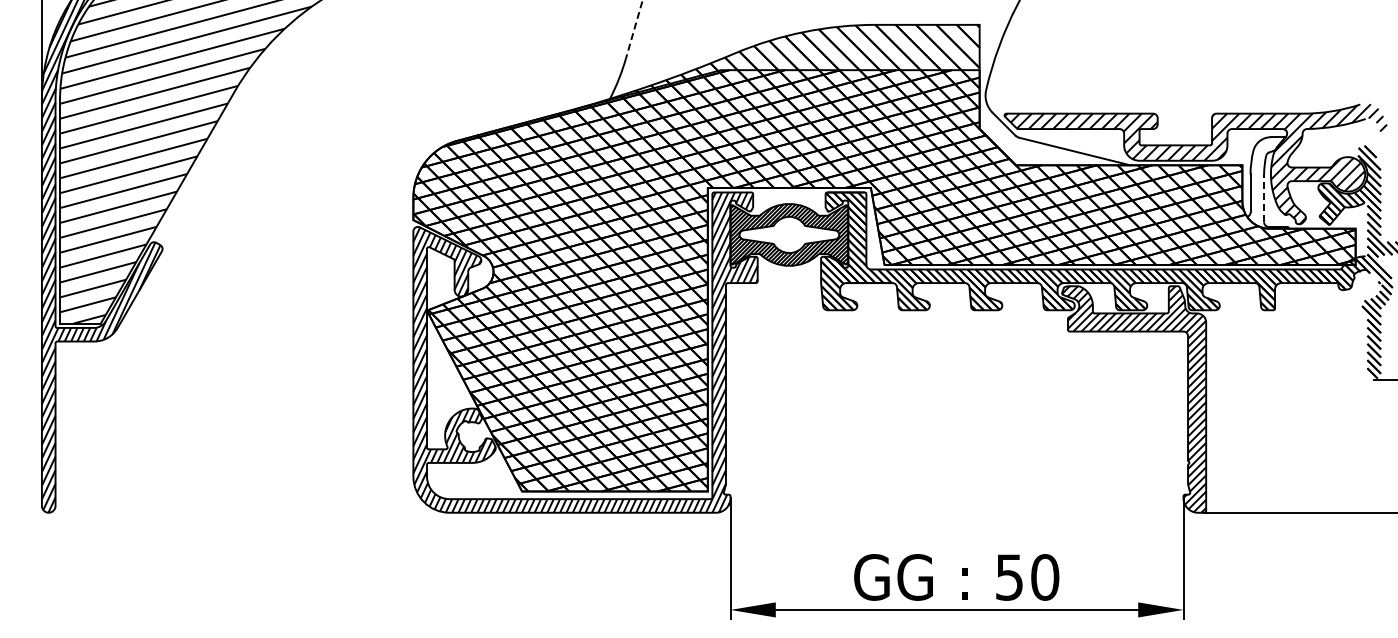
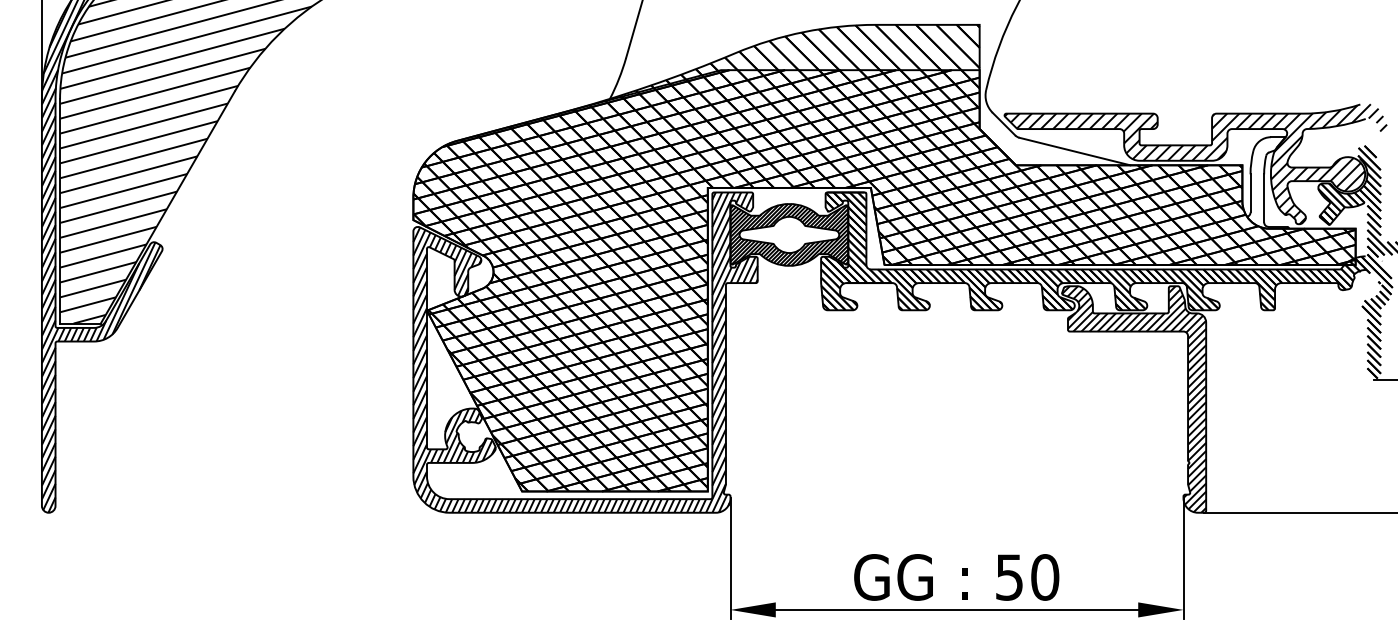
line at (634, 29): dashed -> solid
line at (1264, 197): dashed -> solid
